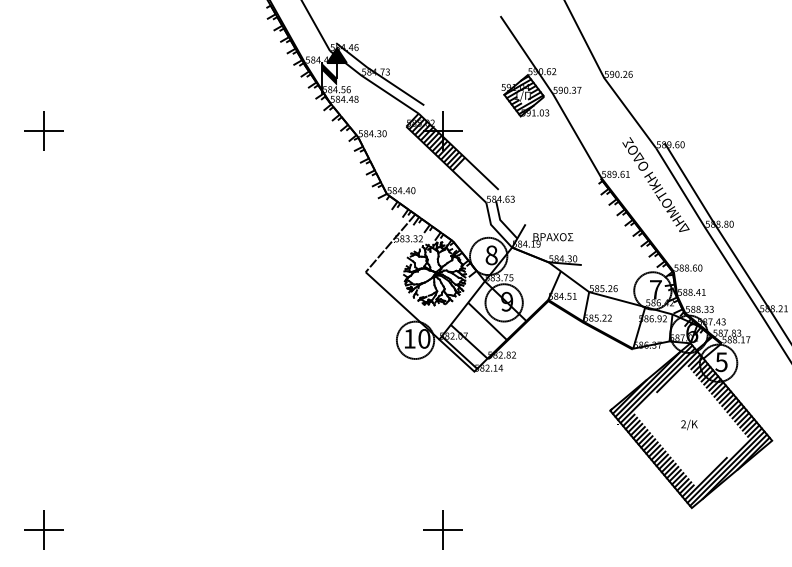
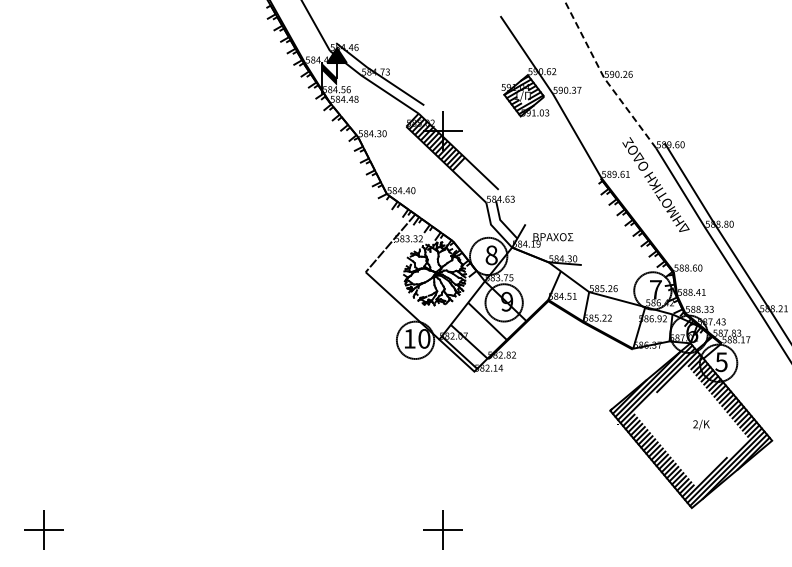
line at (604, 77): solid -> dashed
part at (43, 130): present -> none
text at (689, 424) position: (689, 424) -> (701, 424)
